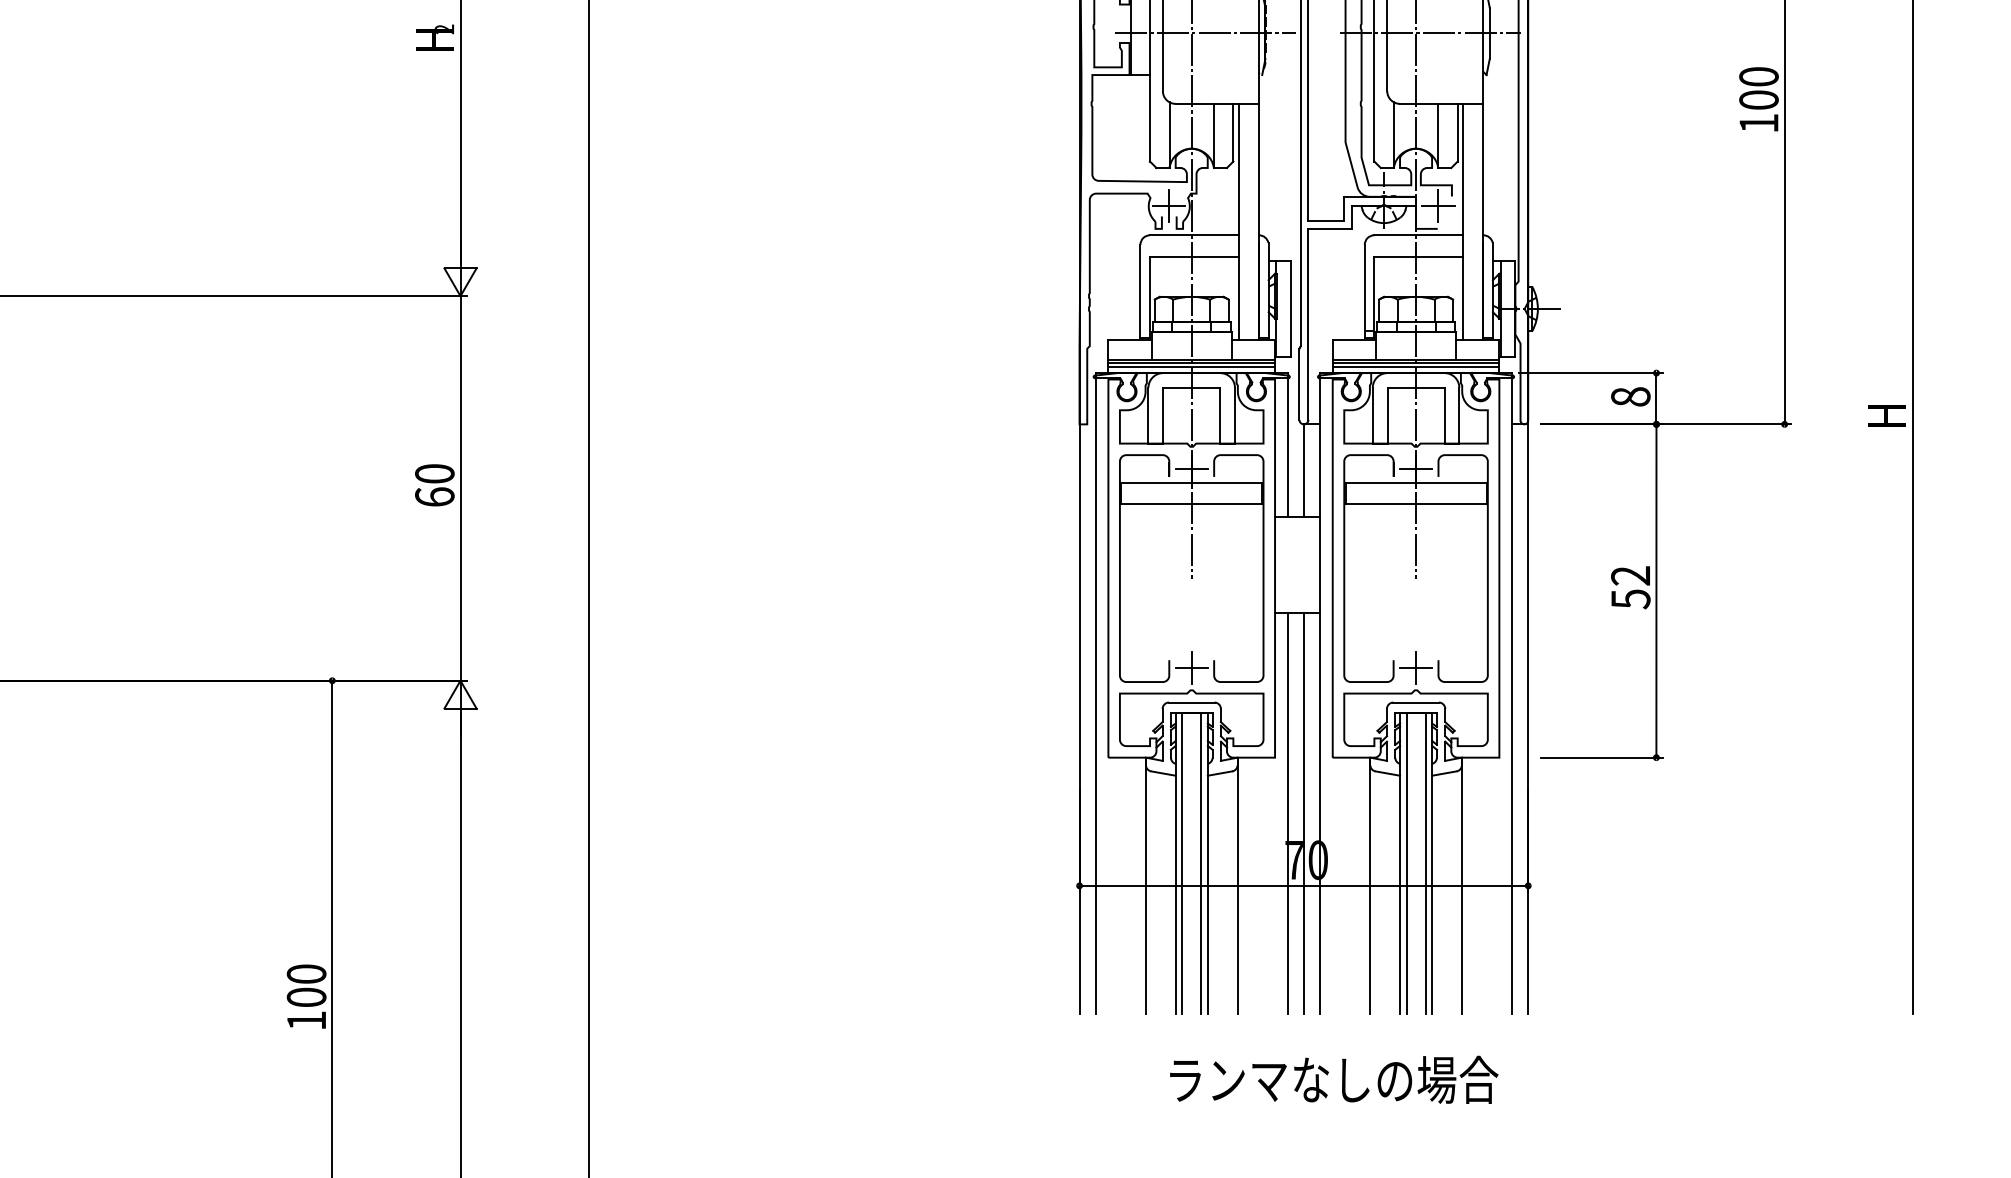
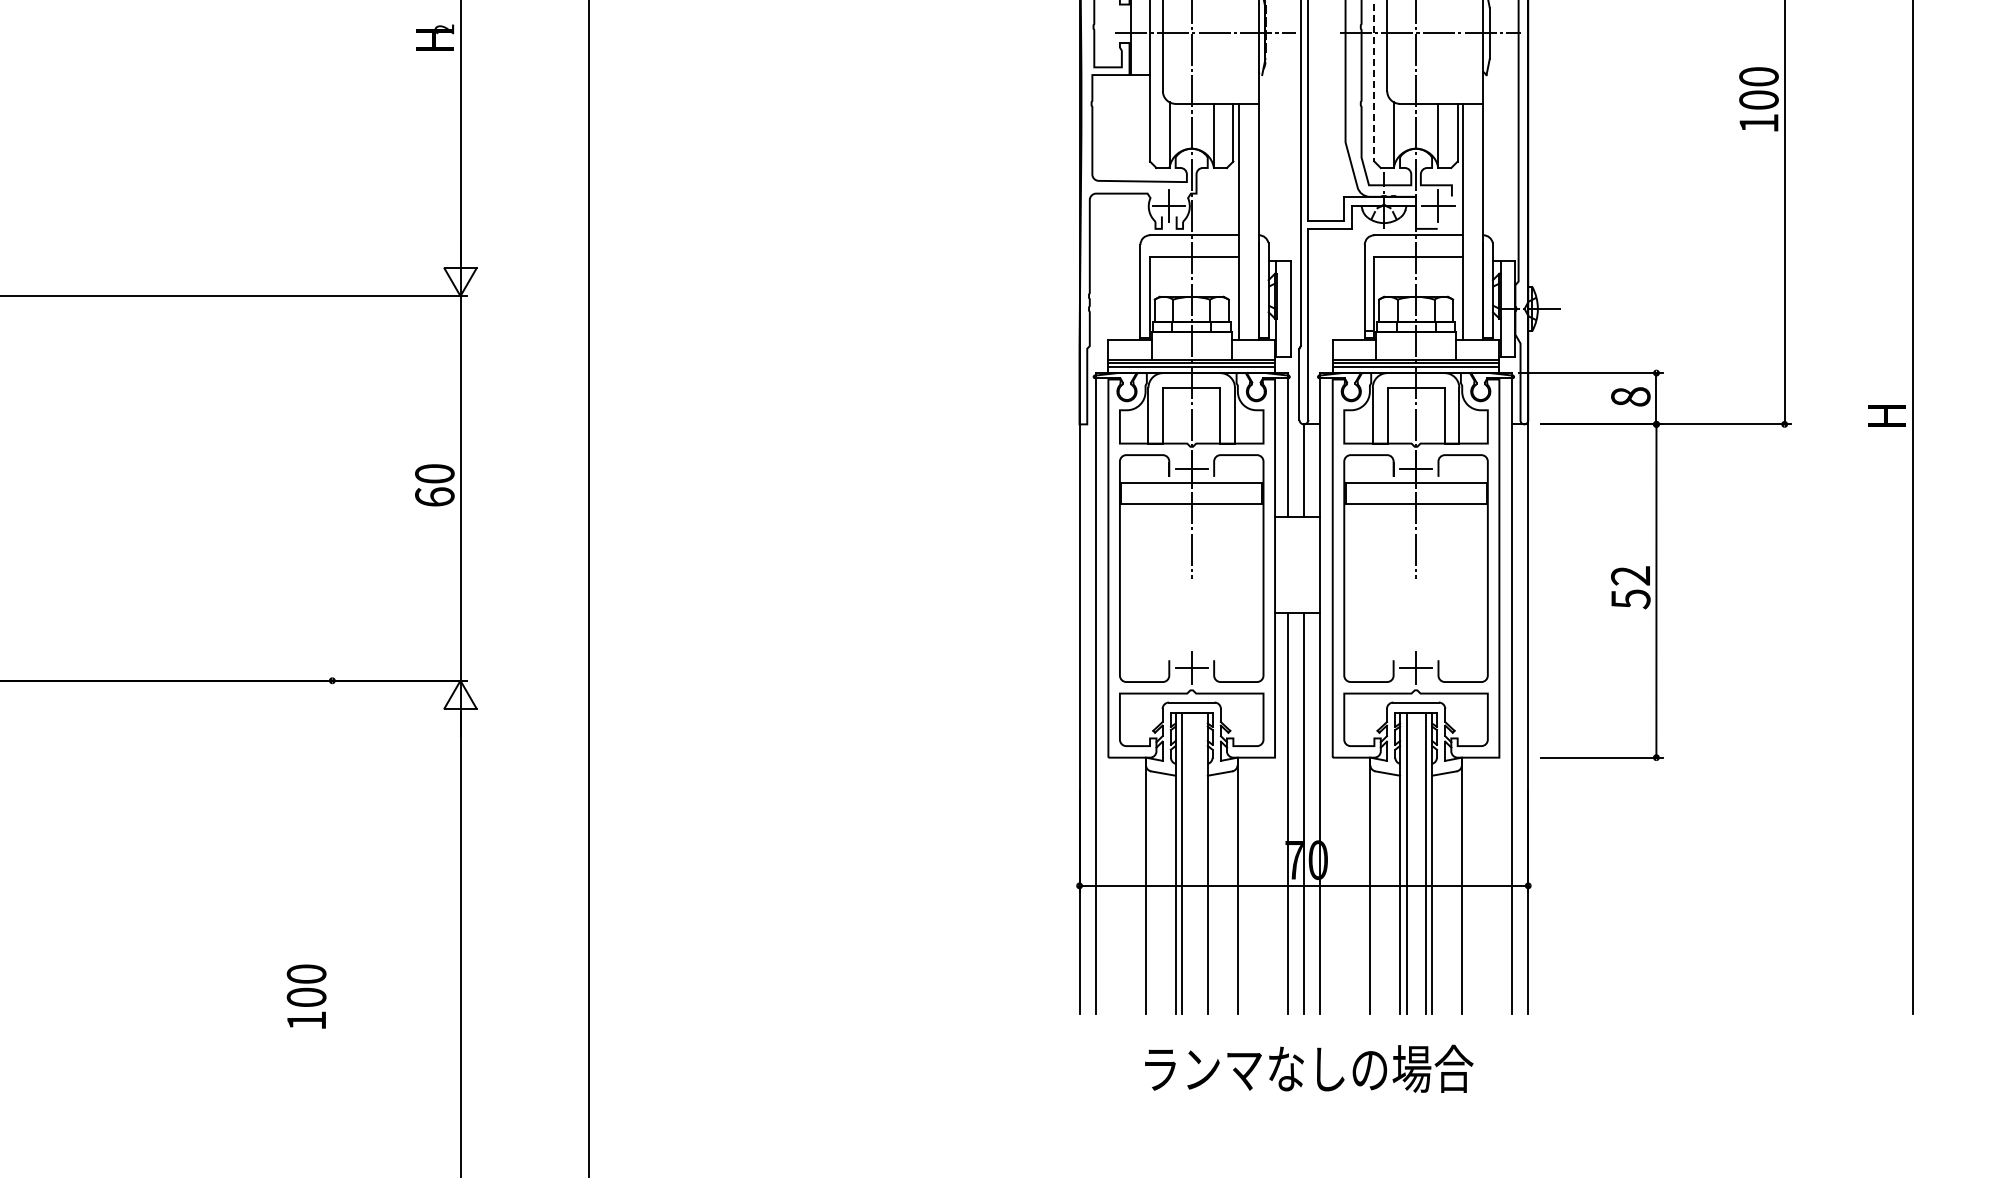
line at (1374, 81): solid -> dashed
line at (1201, 863): present -> none
line at (332, 927): present -> none
text at (1334, 1079) position: (1334, 1079) -> (1309, 1068)
